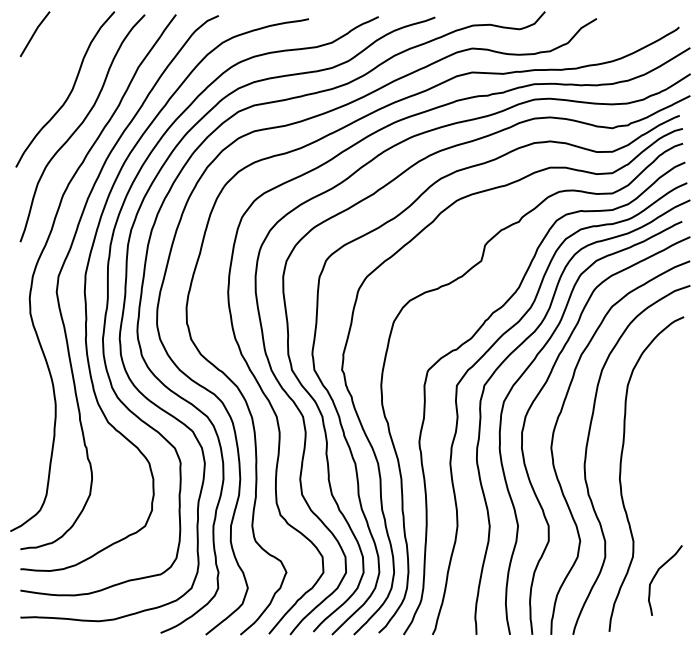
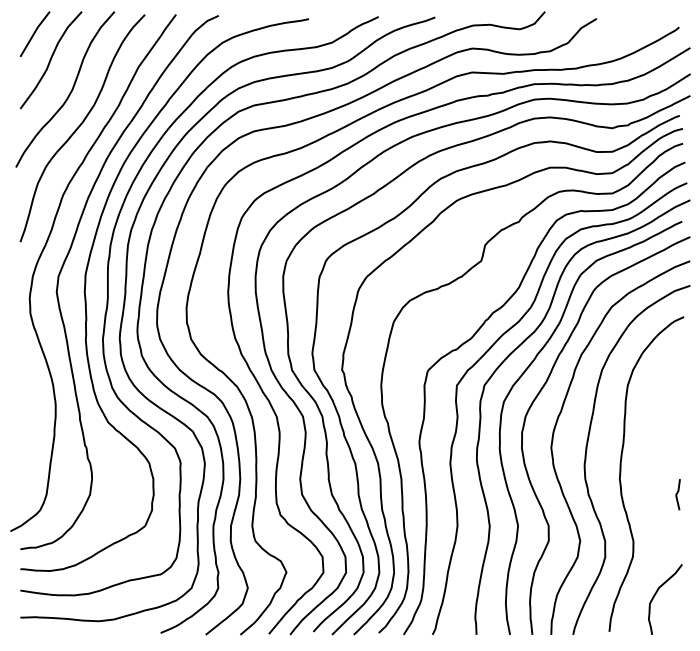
curve at (50, 60): none -> present
line at (677, 494): none -> present
curve at (656, 575) position: (656, 575) -> (656, 594)
